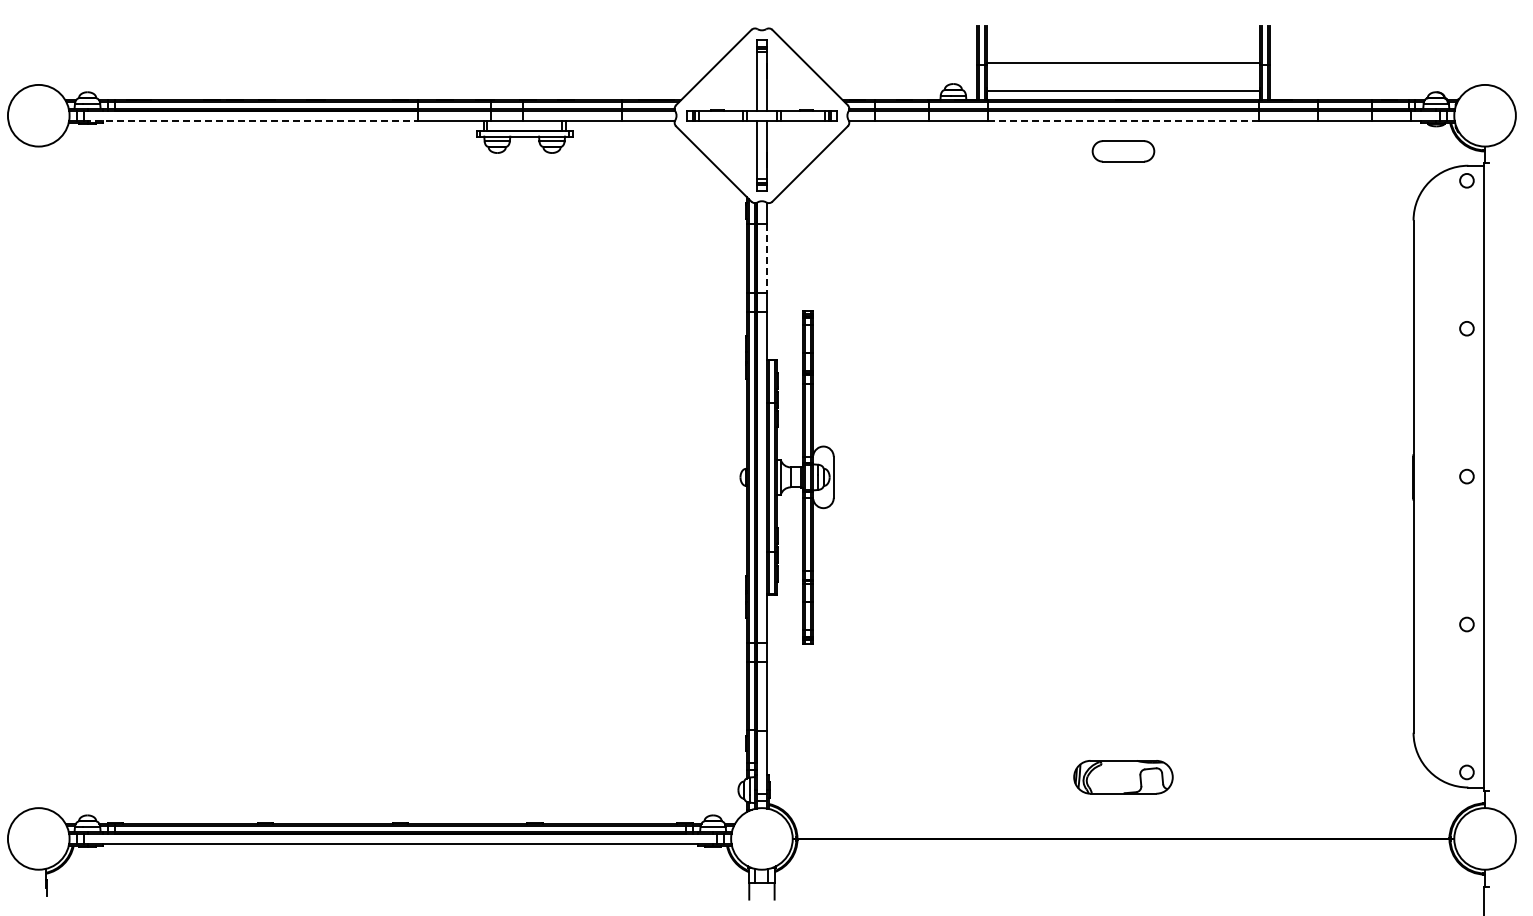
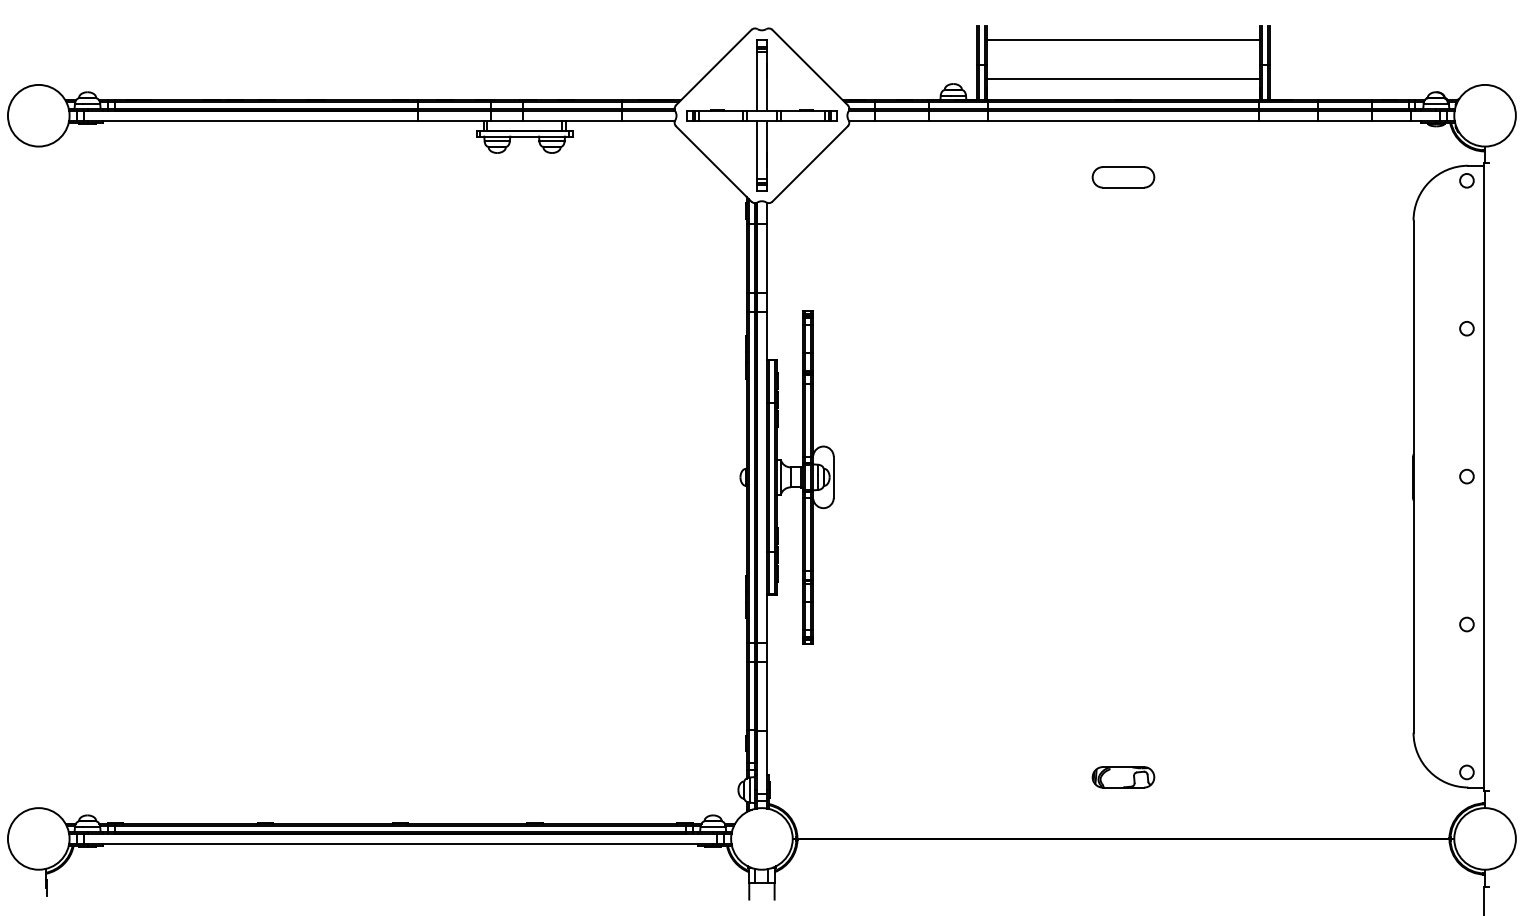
line at (1123, 62) position: (1123, 62) -> (1123, 39)
line at (1123, 90) position: (1123, 90) -> (1123, 78)
line at (251, 120): dashed -> solid
line at (1123, 120): dashed -> solid
part at (1123, 151) position: (1123, 151) -> (1123, 177)
line at (767, 259): dashed -> solid
part at (1123, 777) size: 101x35 px -> 65x23 px
